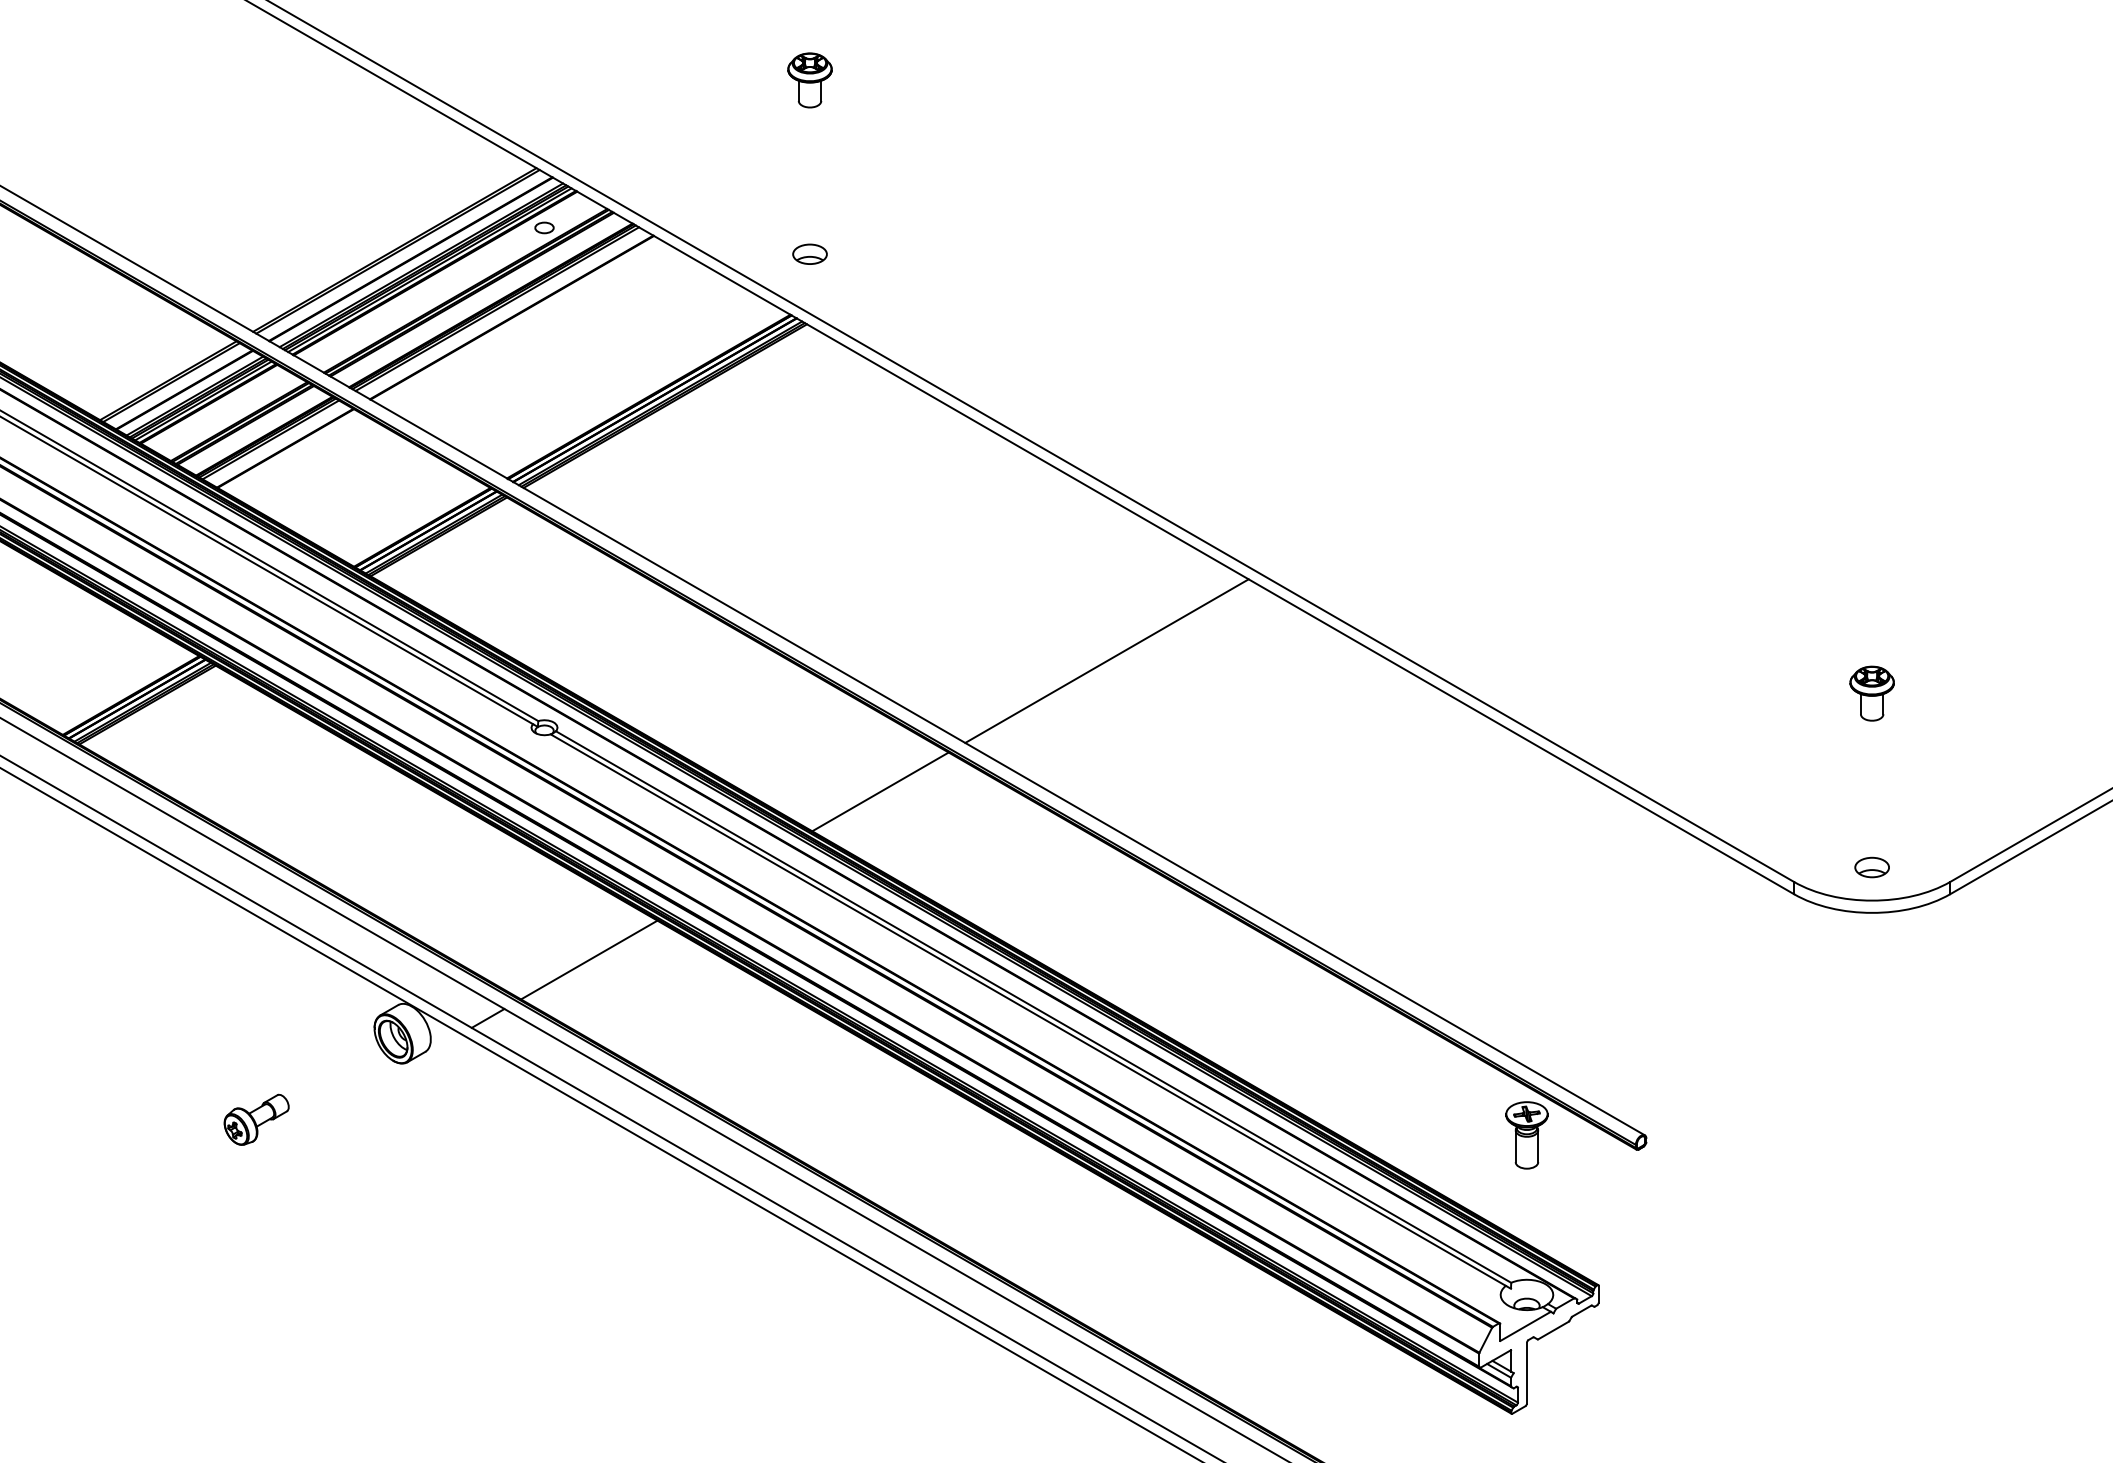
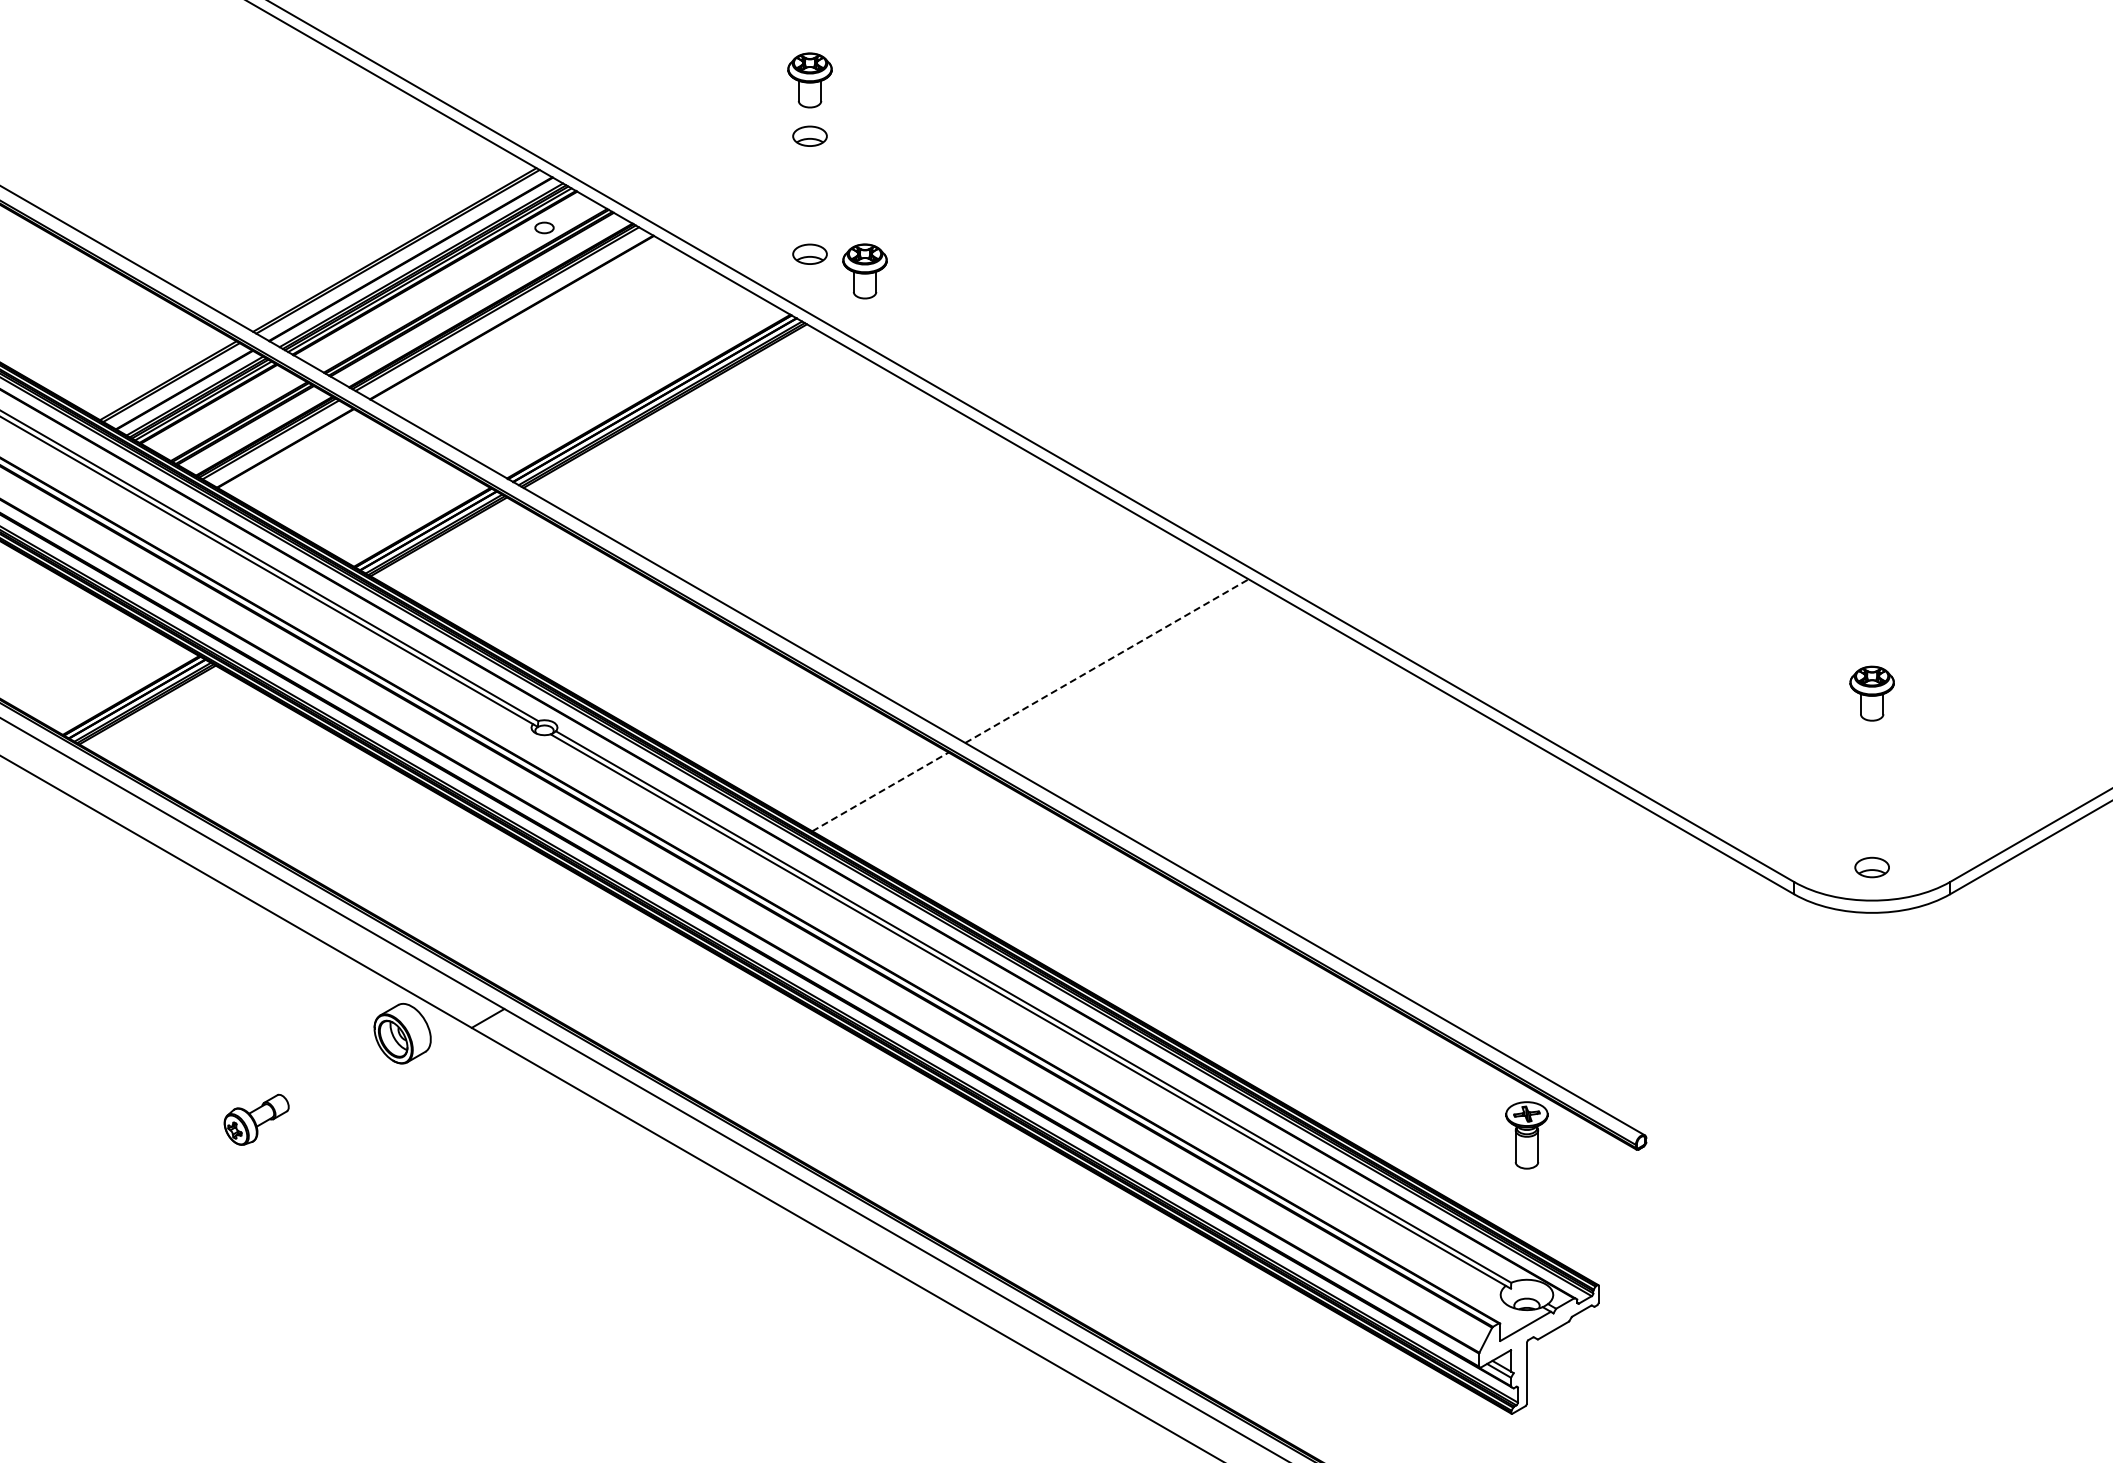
part at (809, 135): none -> present
part at (864, 271): none -> present
line at (1107, 661): solid -> dashed
line at (880, 791): solid -> dashed
line at (589, 959): present -> none
line at (600, 1114): present -> none
